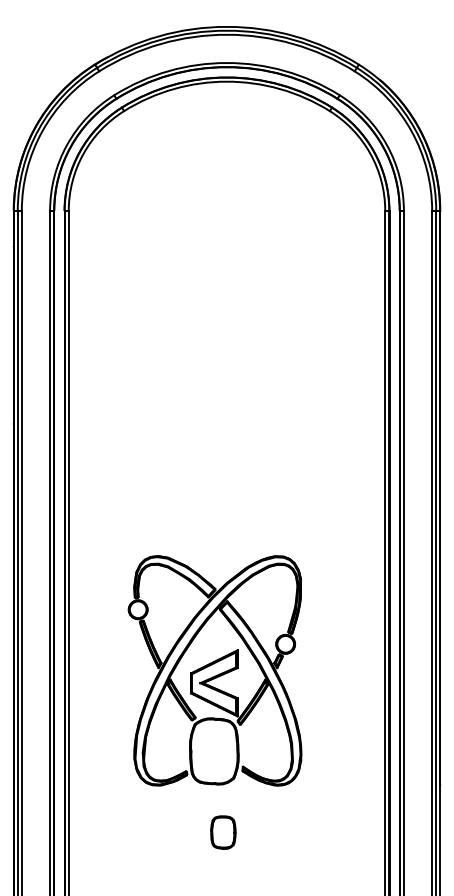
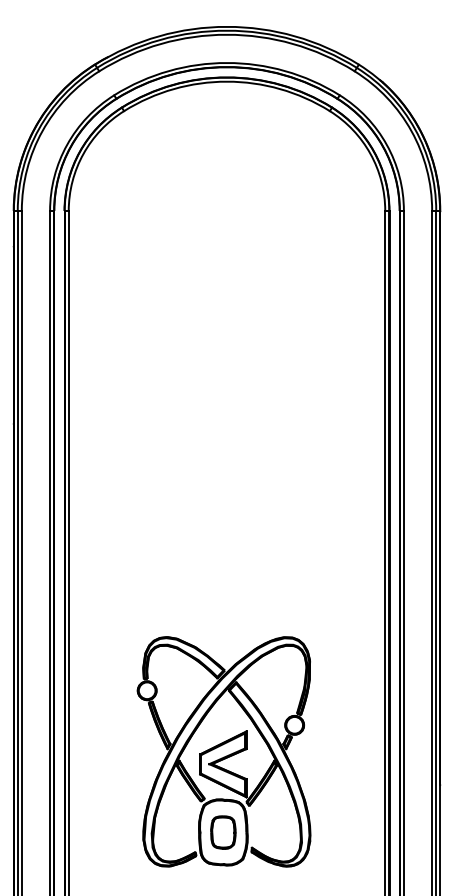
part at (214, 670) position: (214, 670) -> (223, 751)
